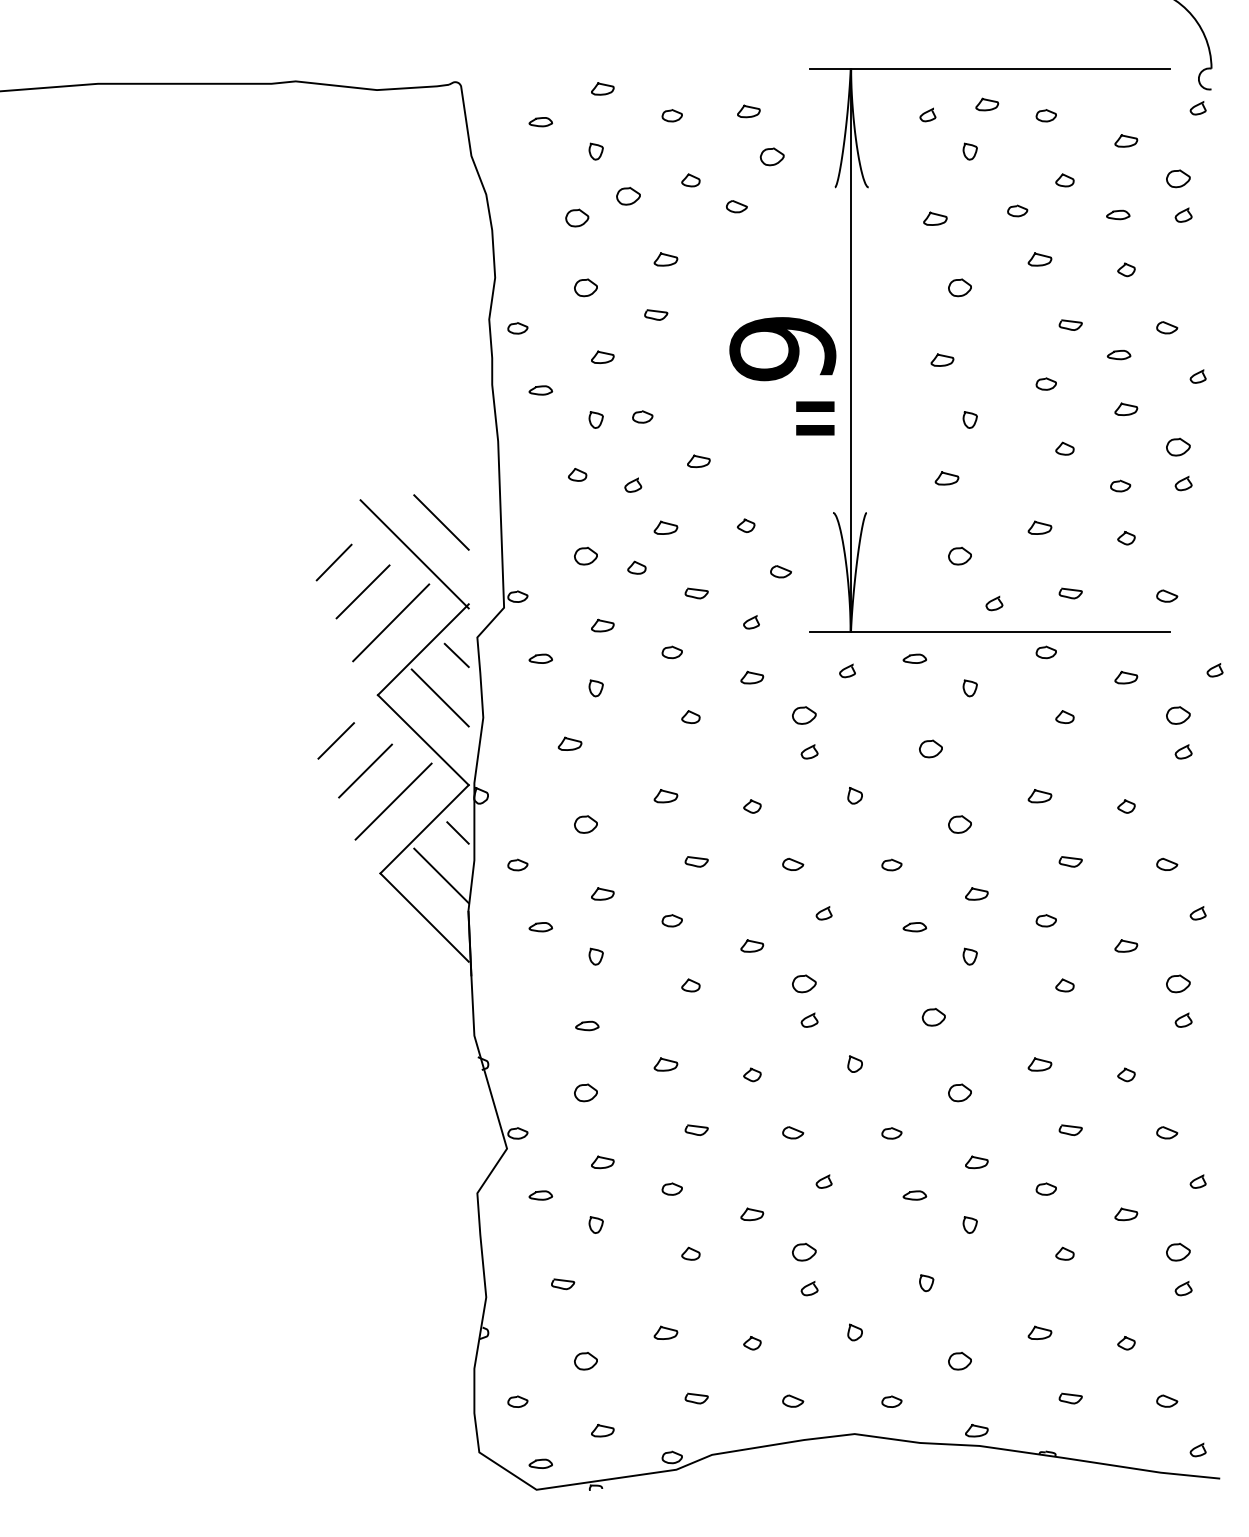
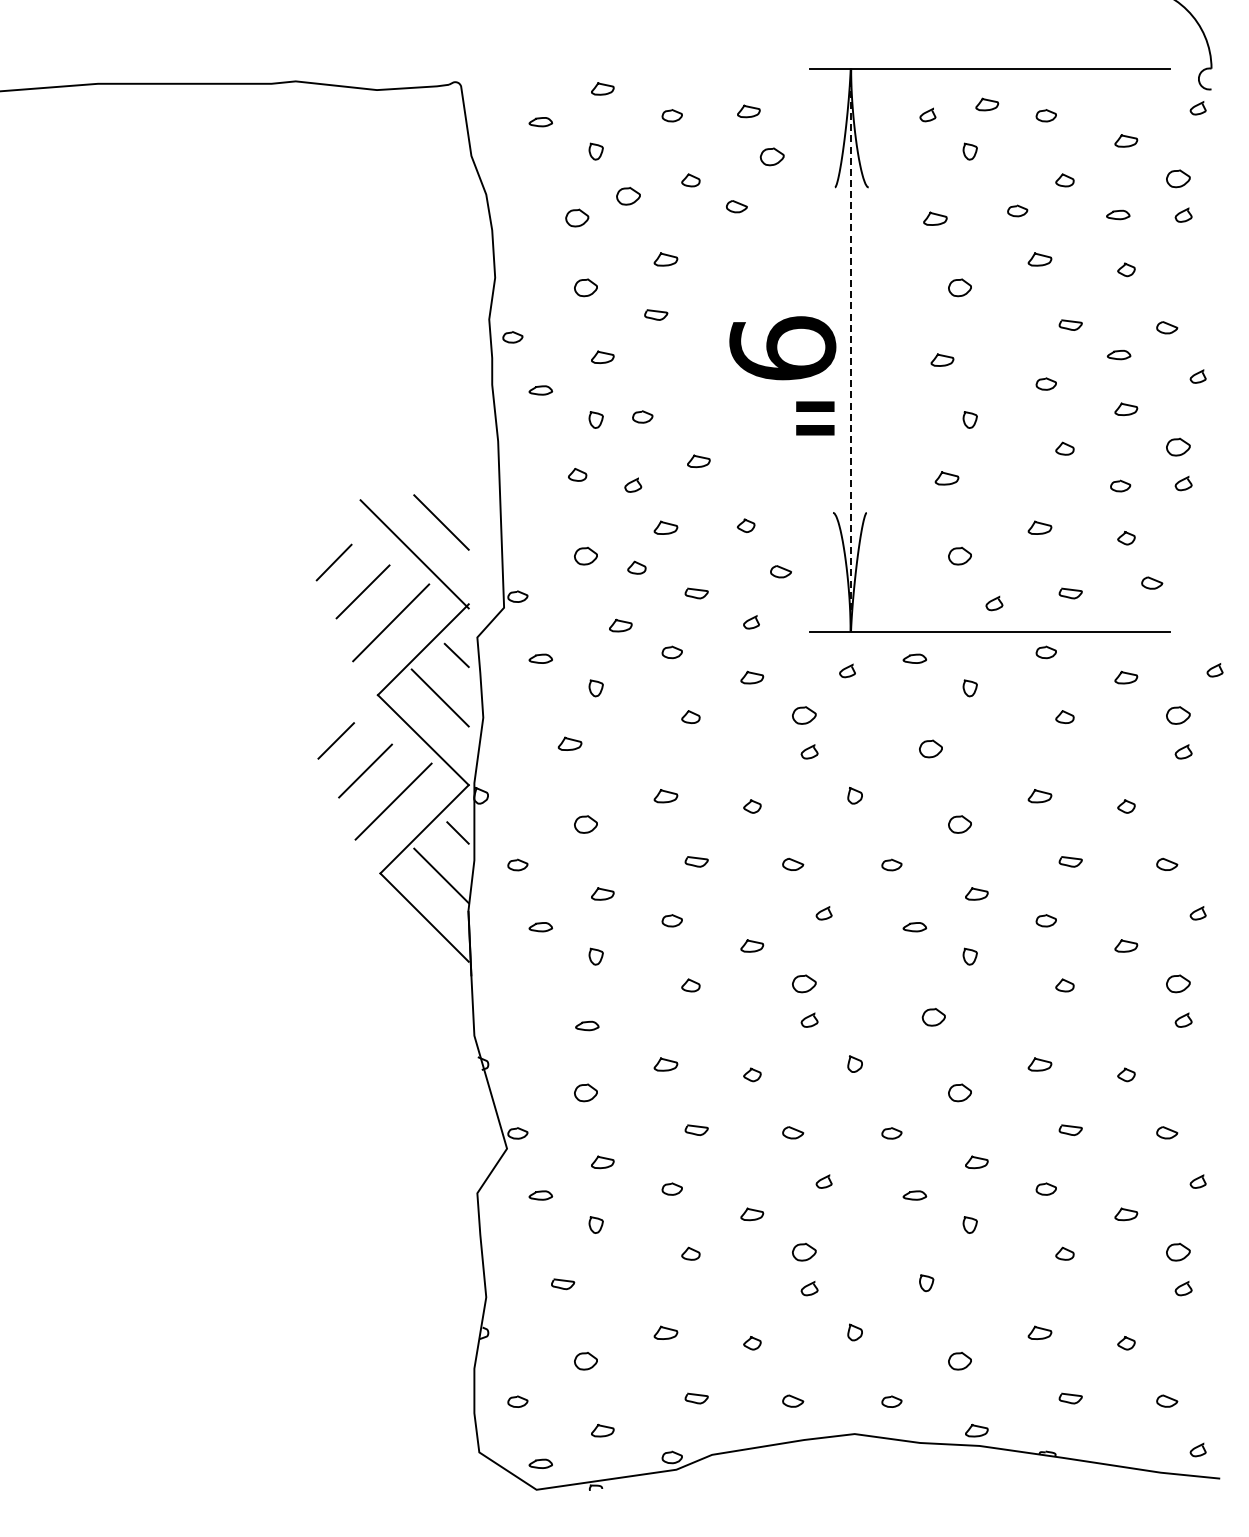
curve at (517, 324) position: (517, 324) -> (512, 333)
text at (782, 348): 6" -> 9"
line at (850, 350): solid -> dashed
part at (1167, 595) position: (1167, 595) -> (1152, 582)
curve at (603, 622) position: (603, 622) -> (621, 622)
